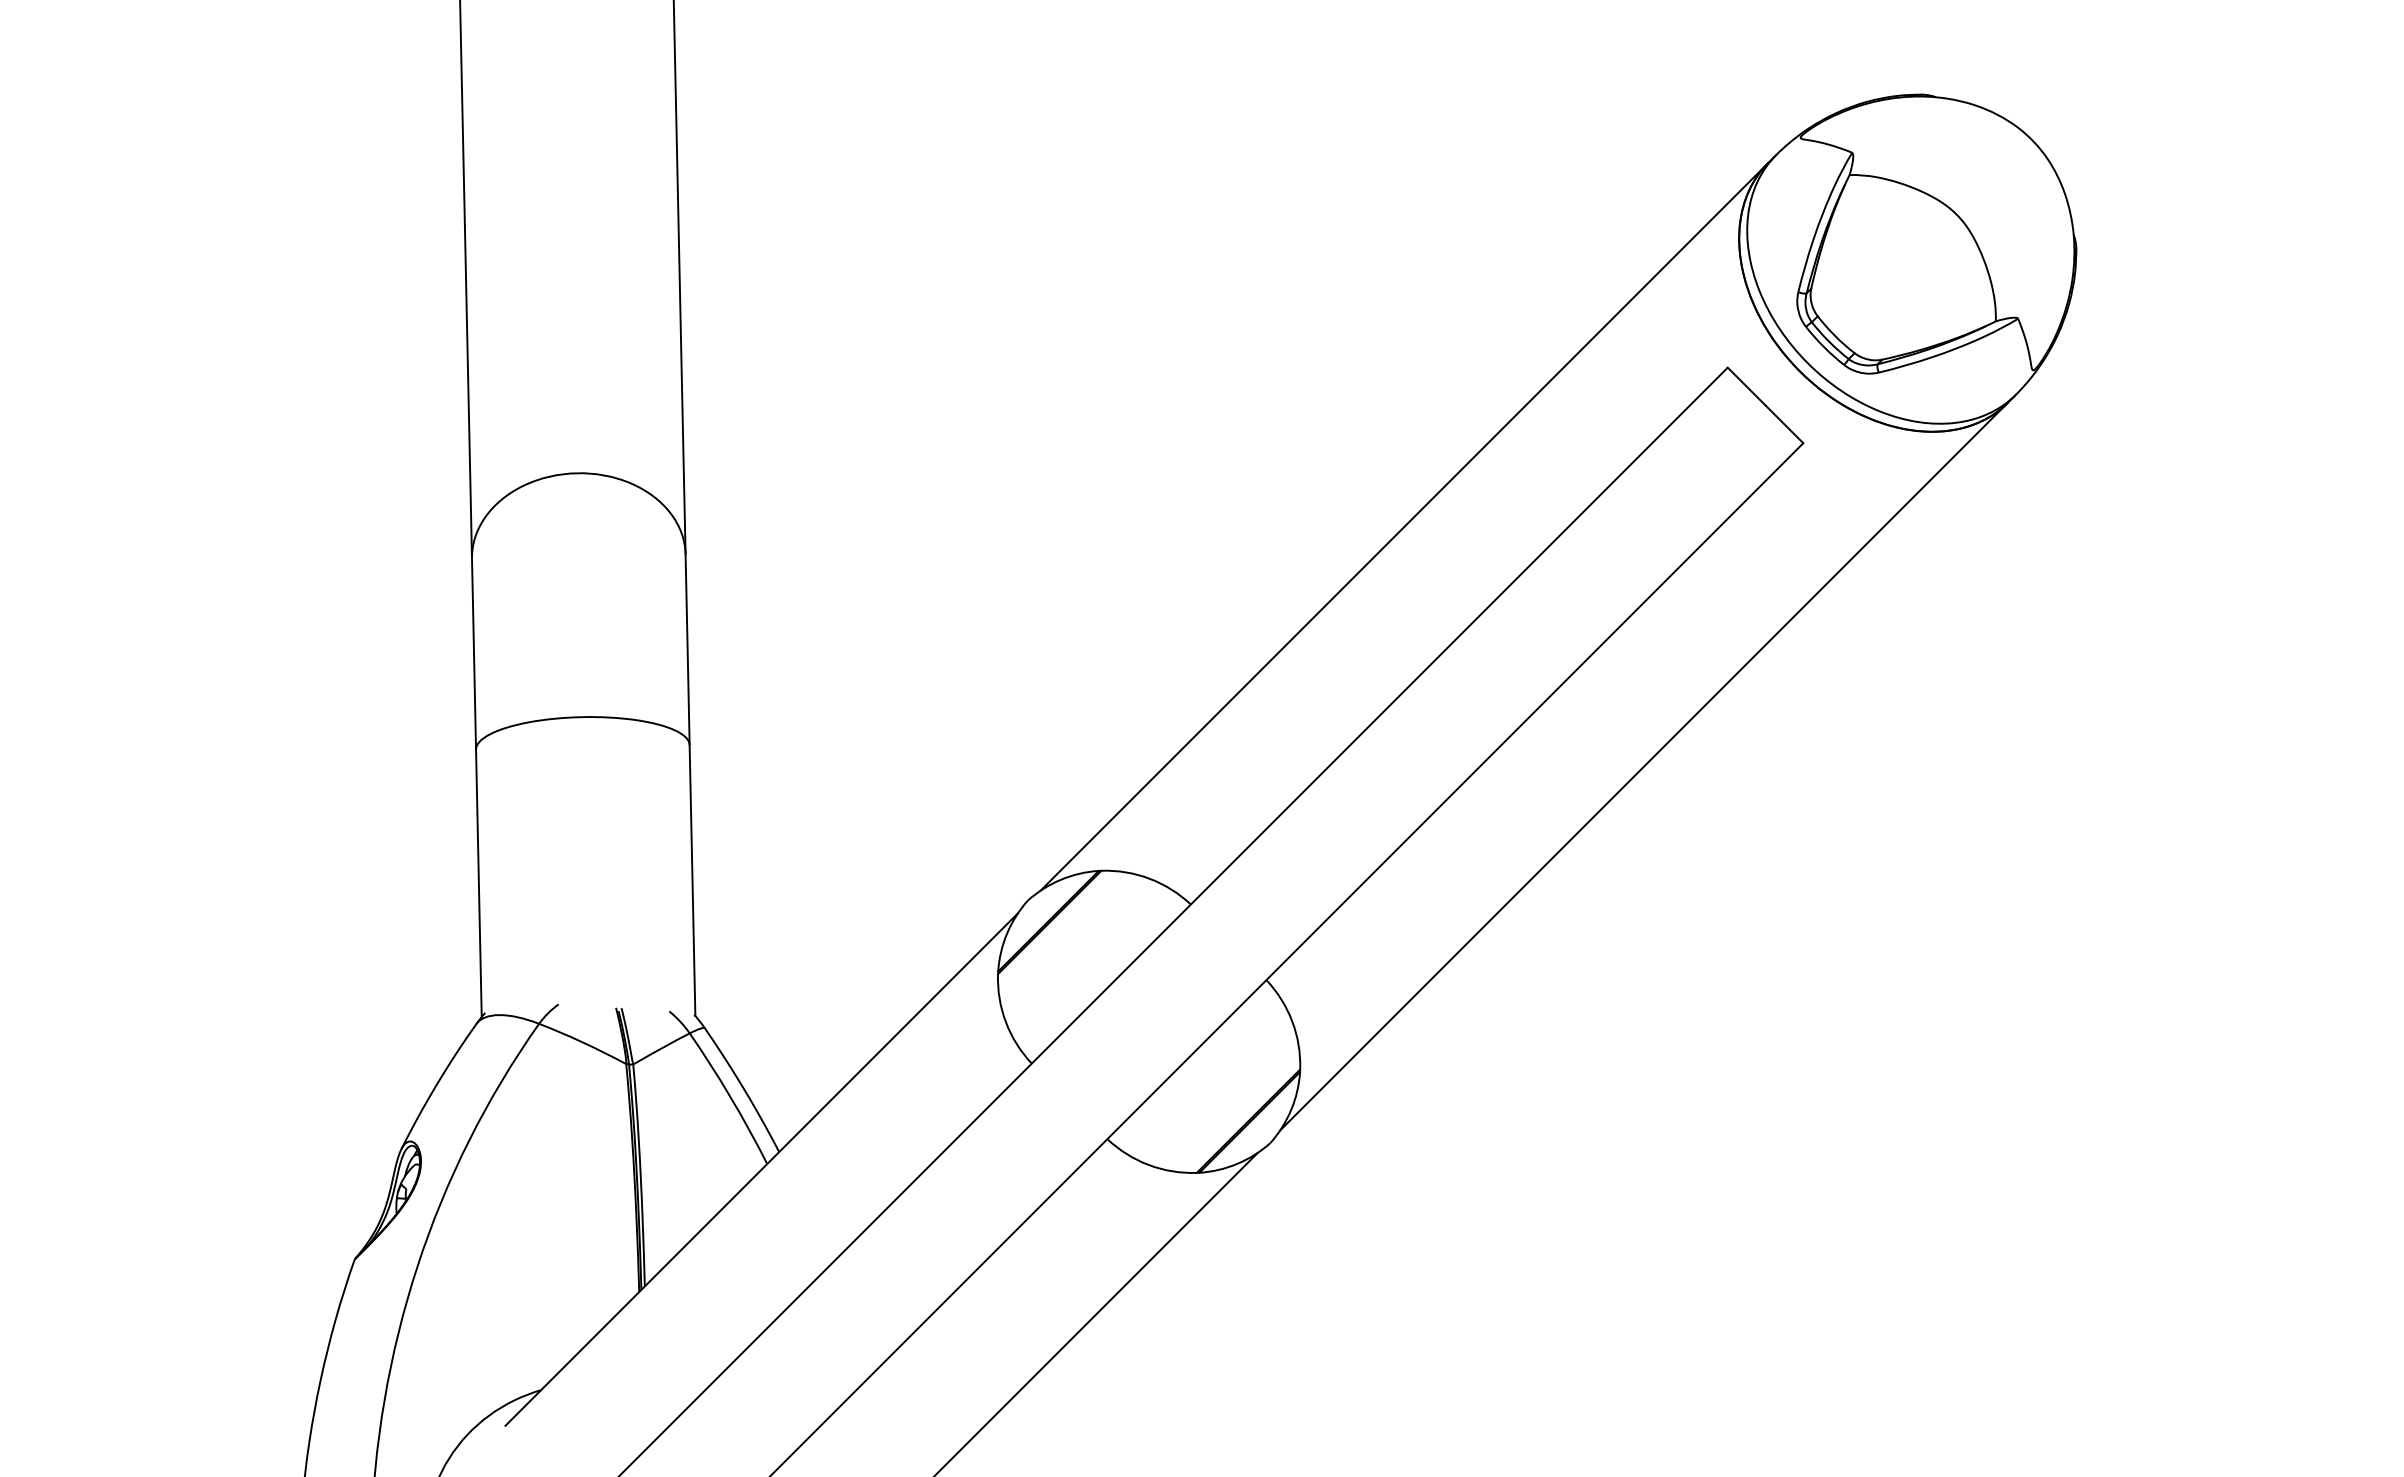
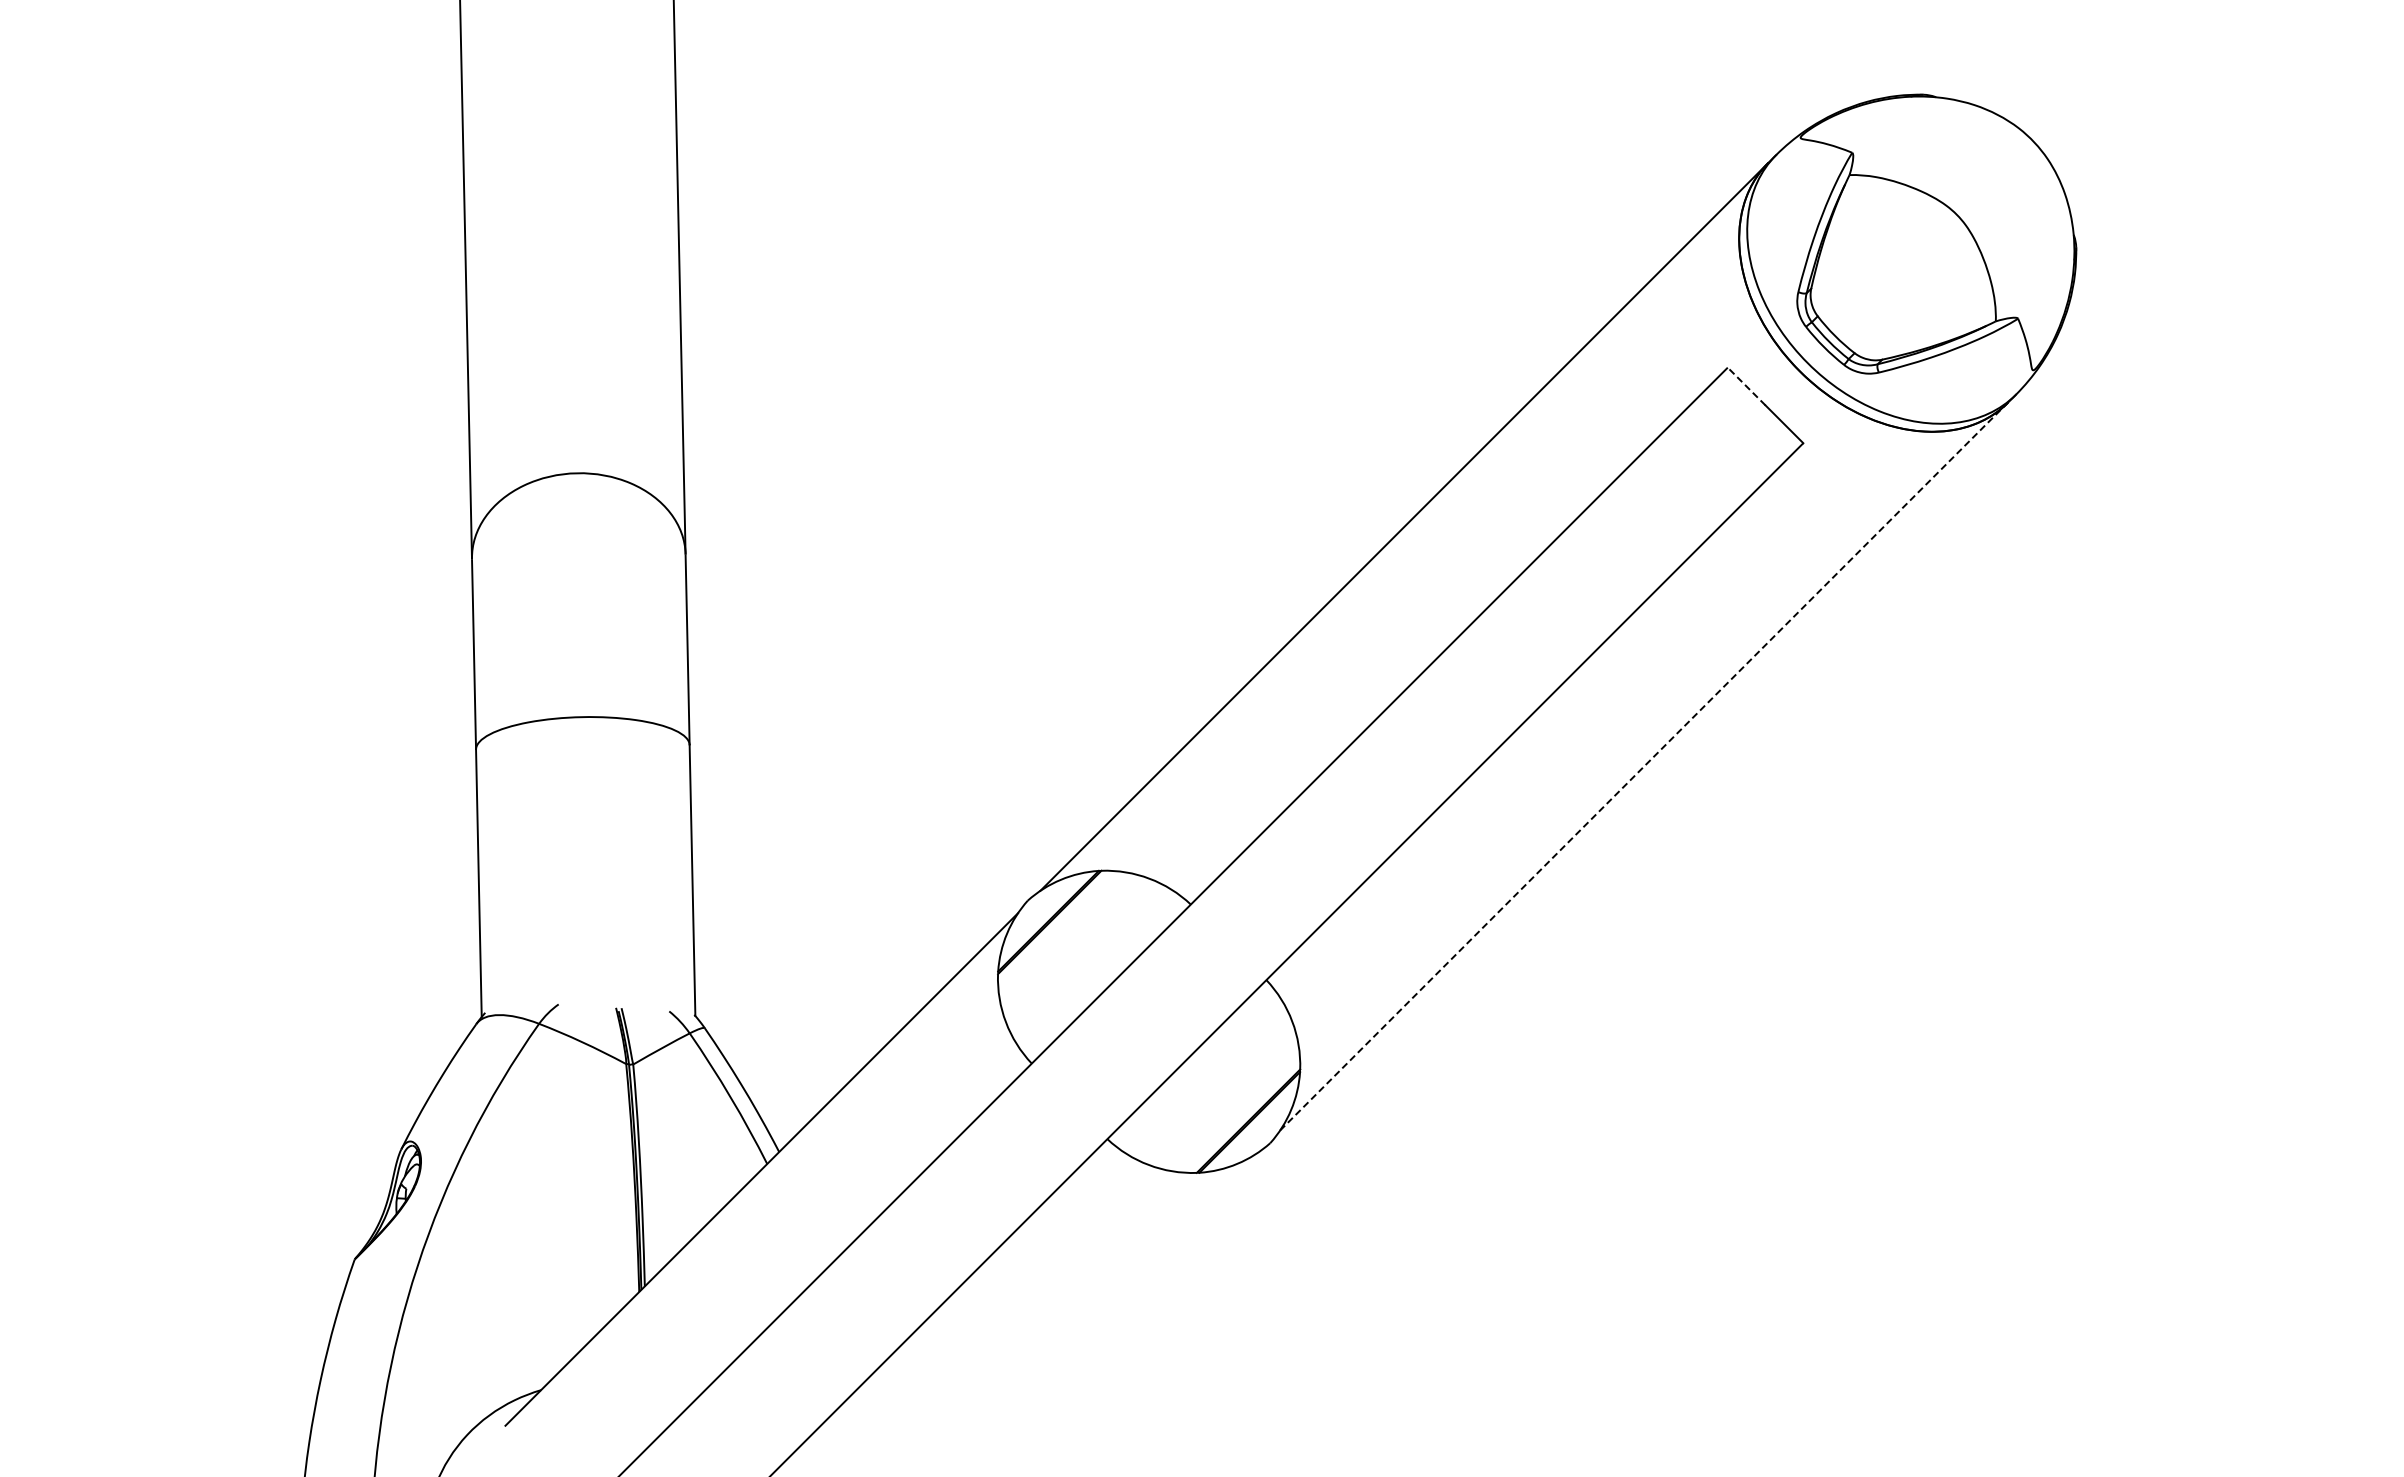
line at (1746, 386): solid -> dashed
line at (1643, 766): solid -> dashed
line at (1097, 1312): present -> none
